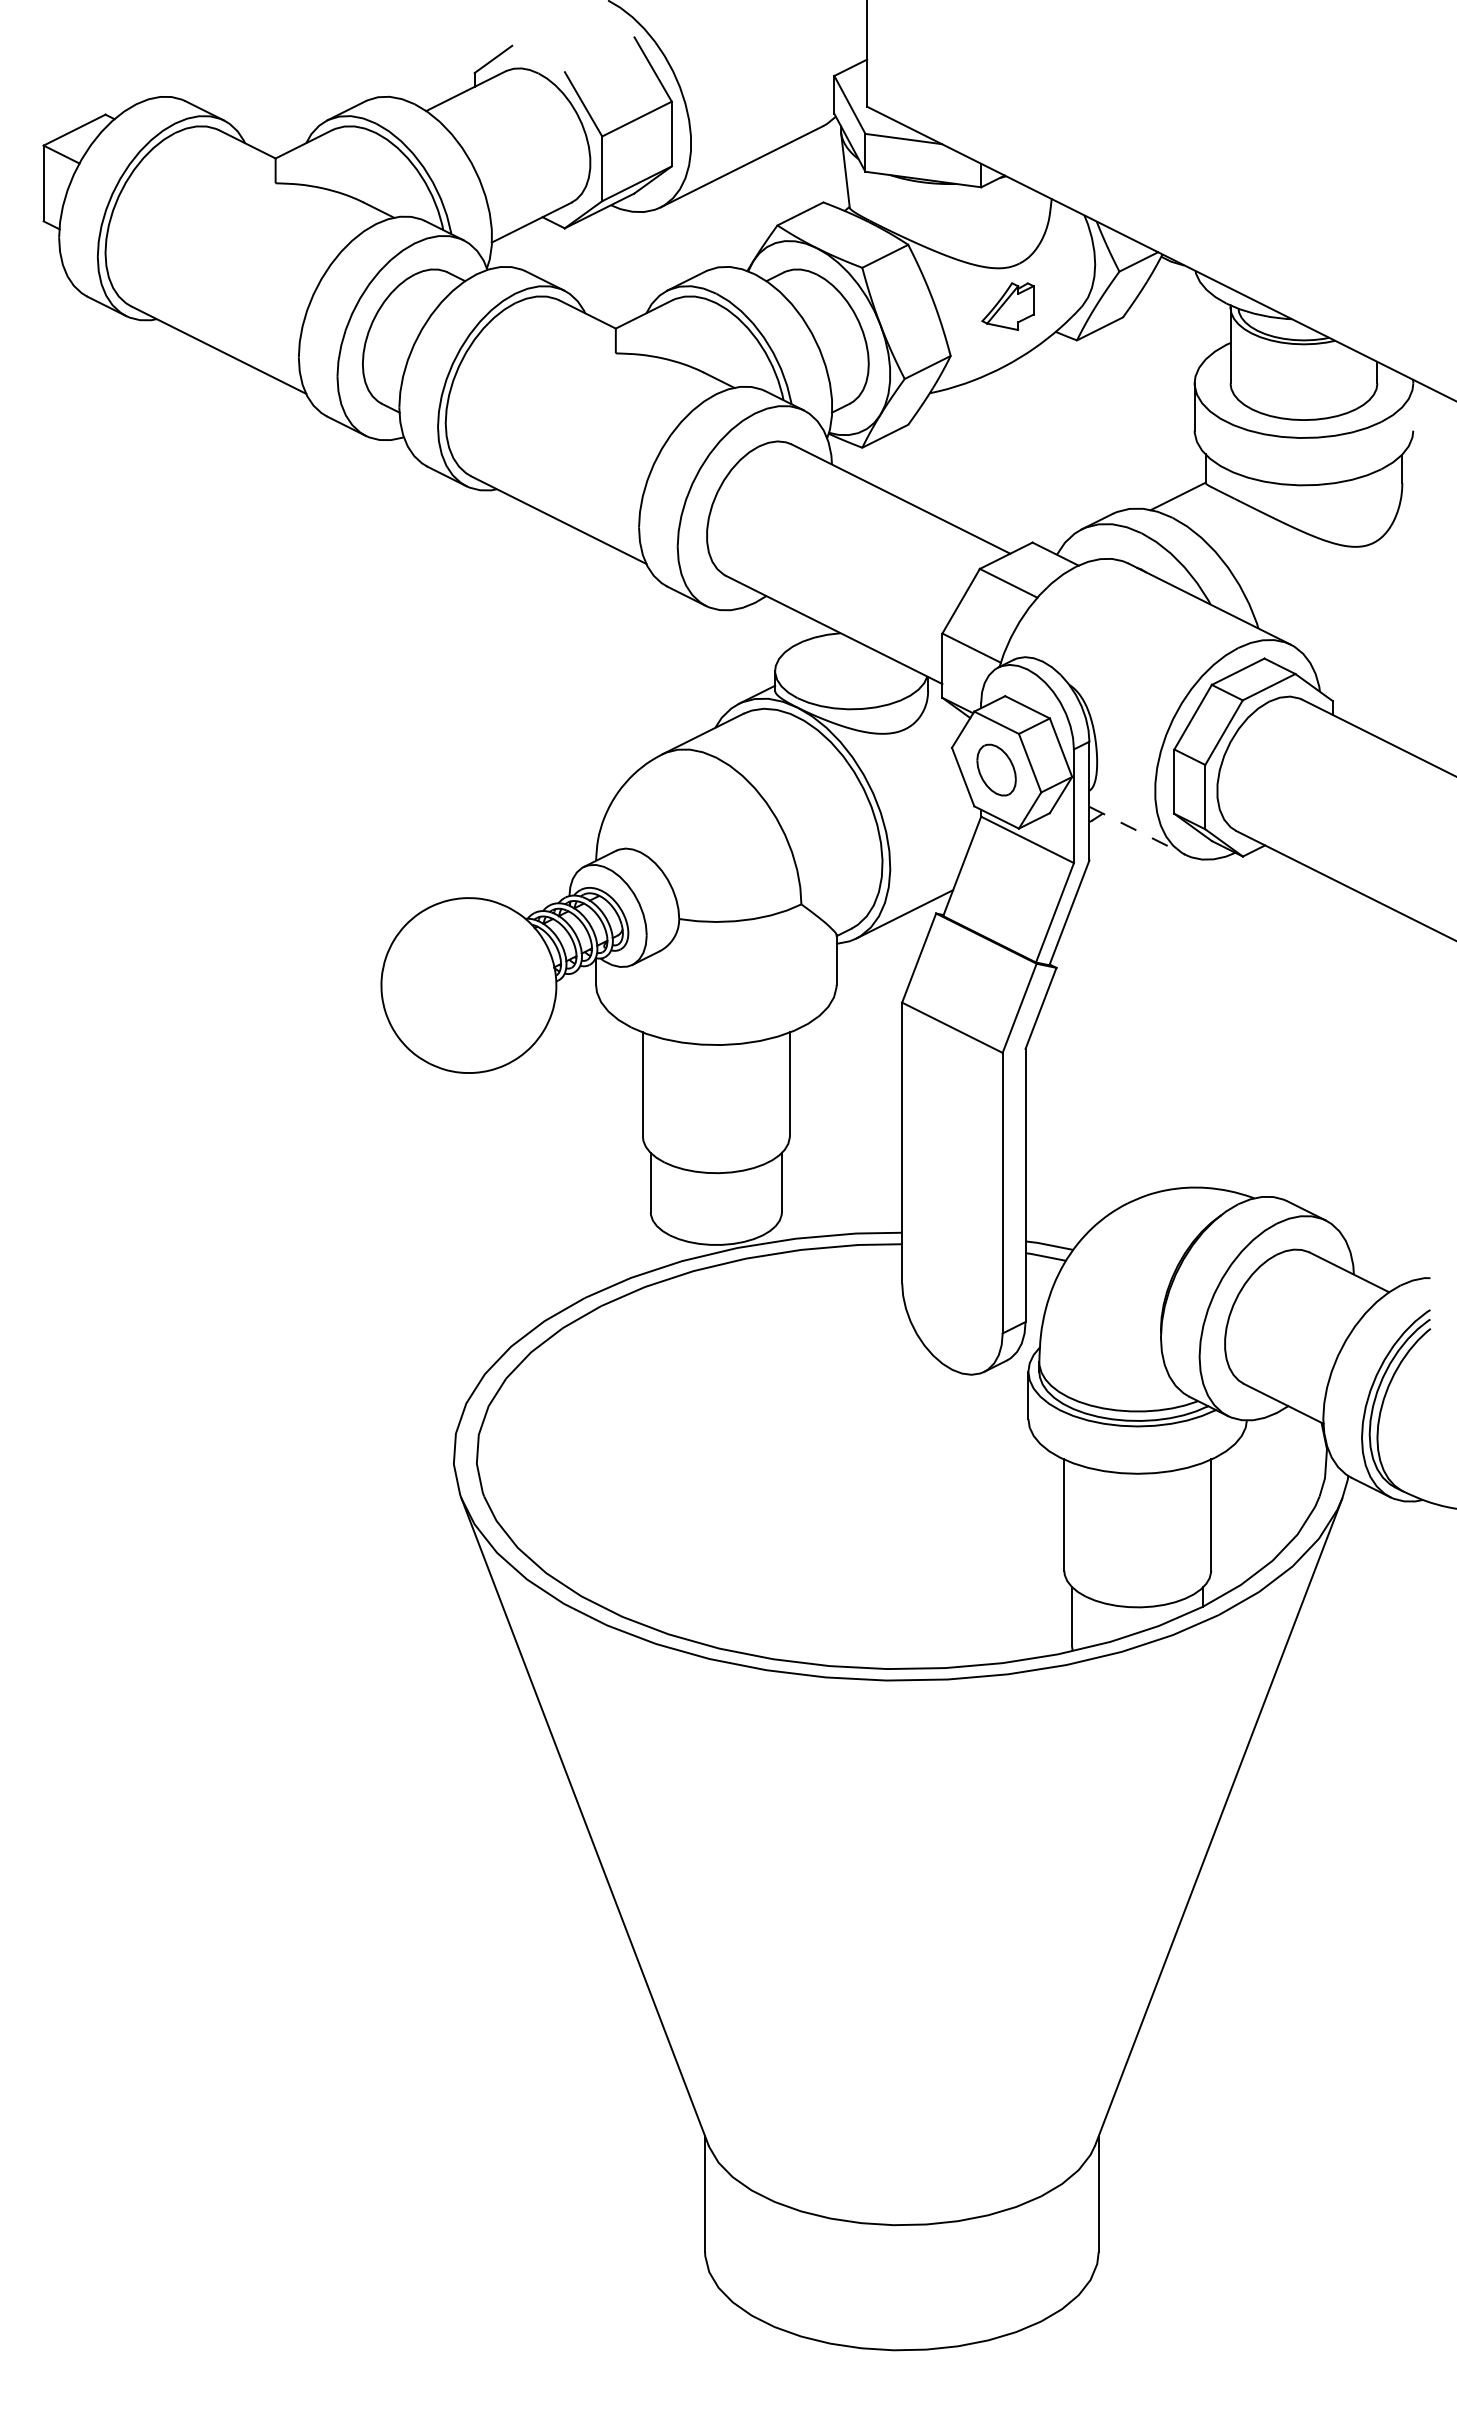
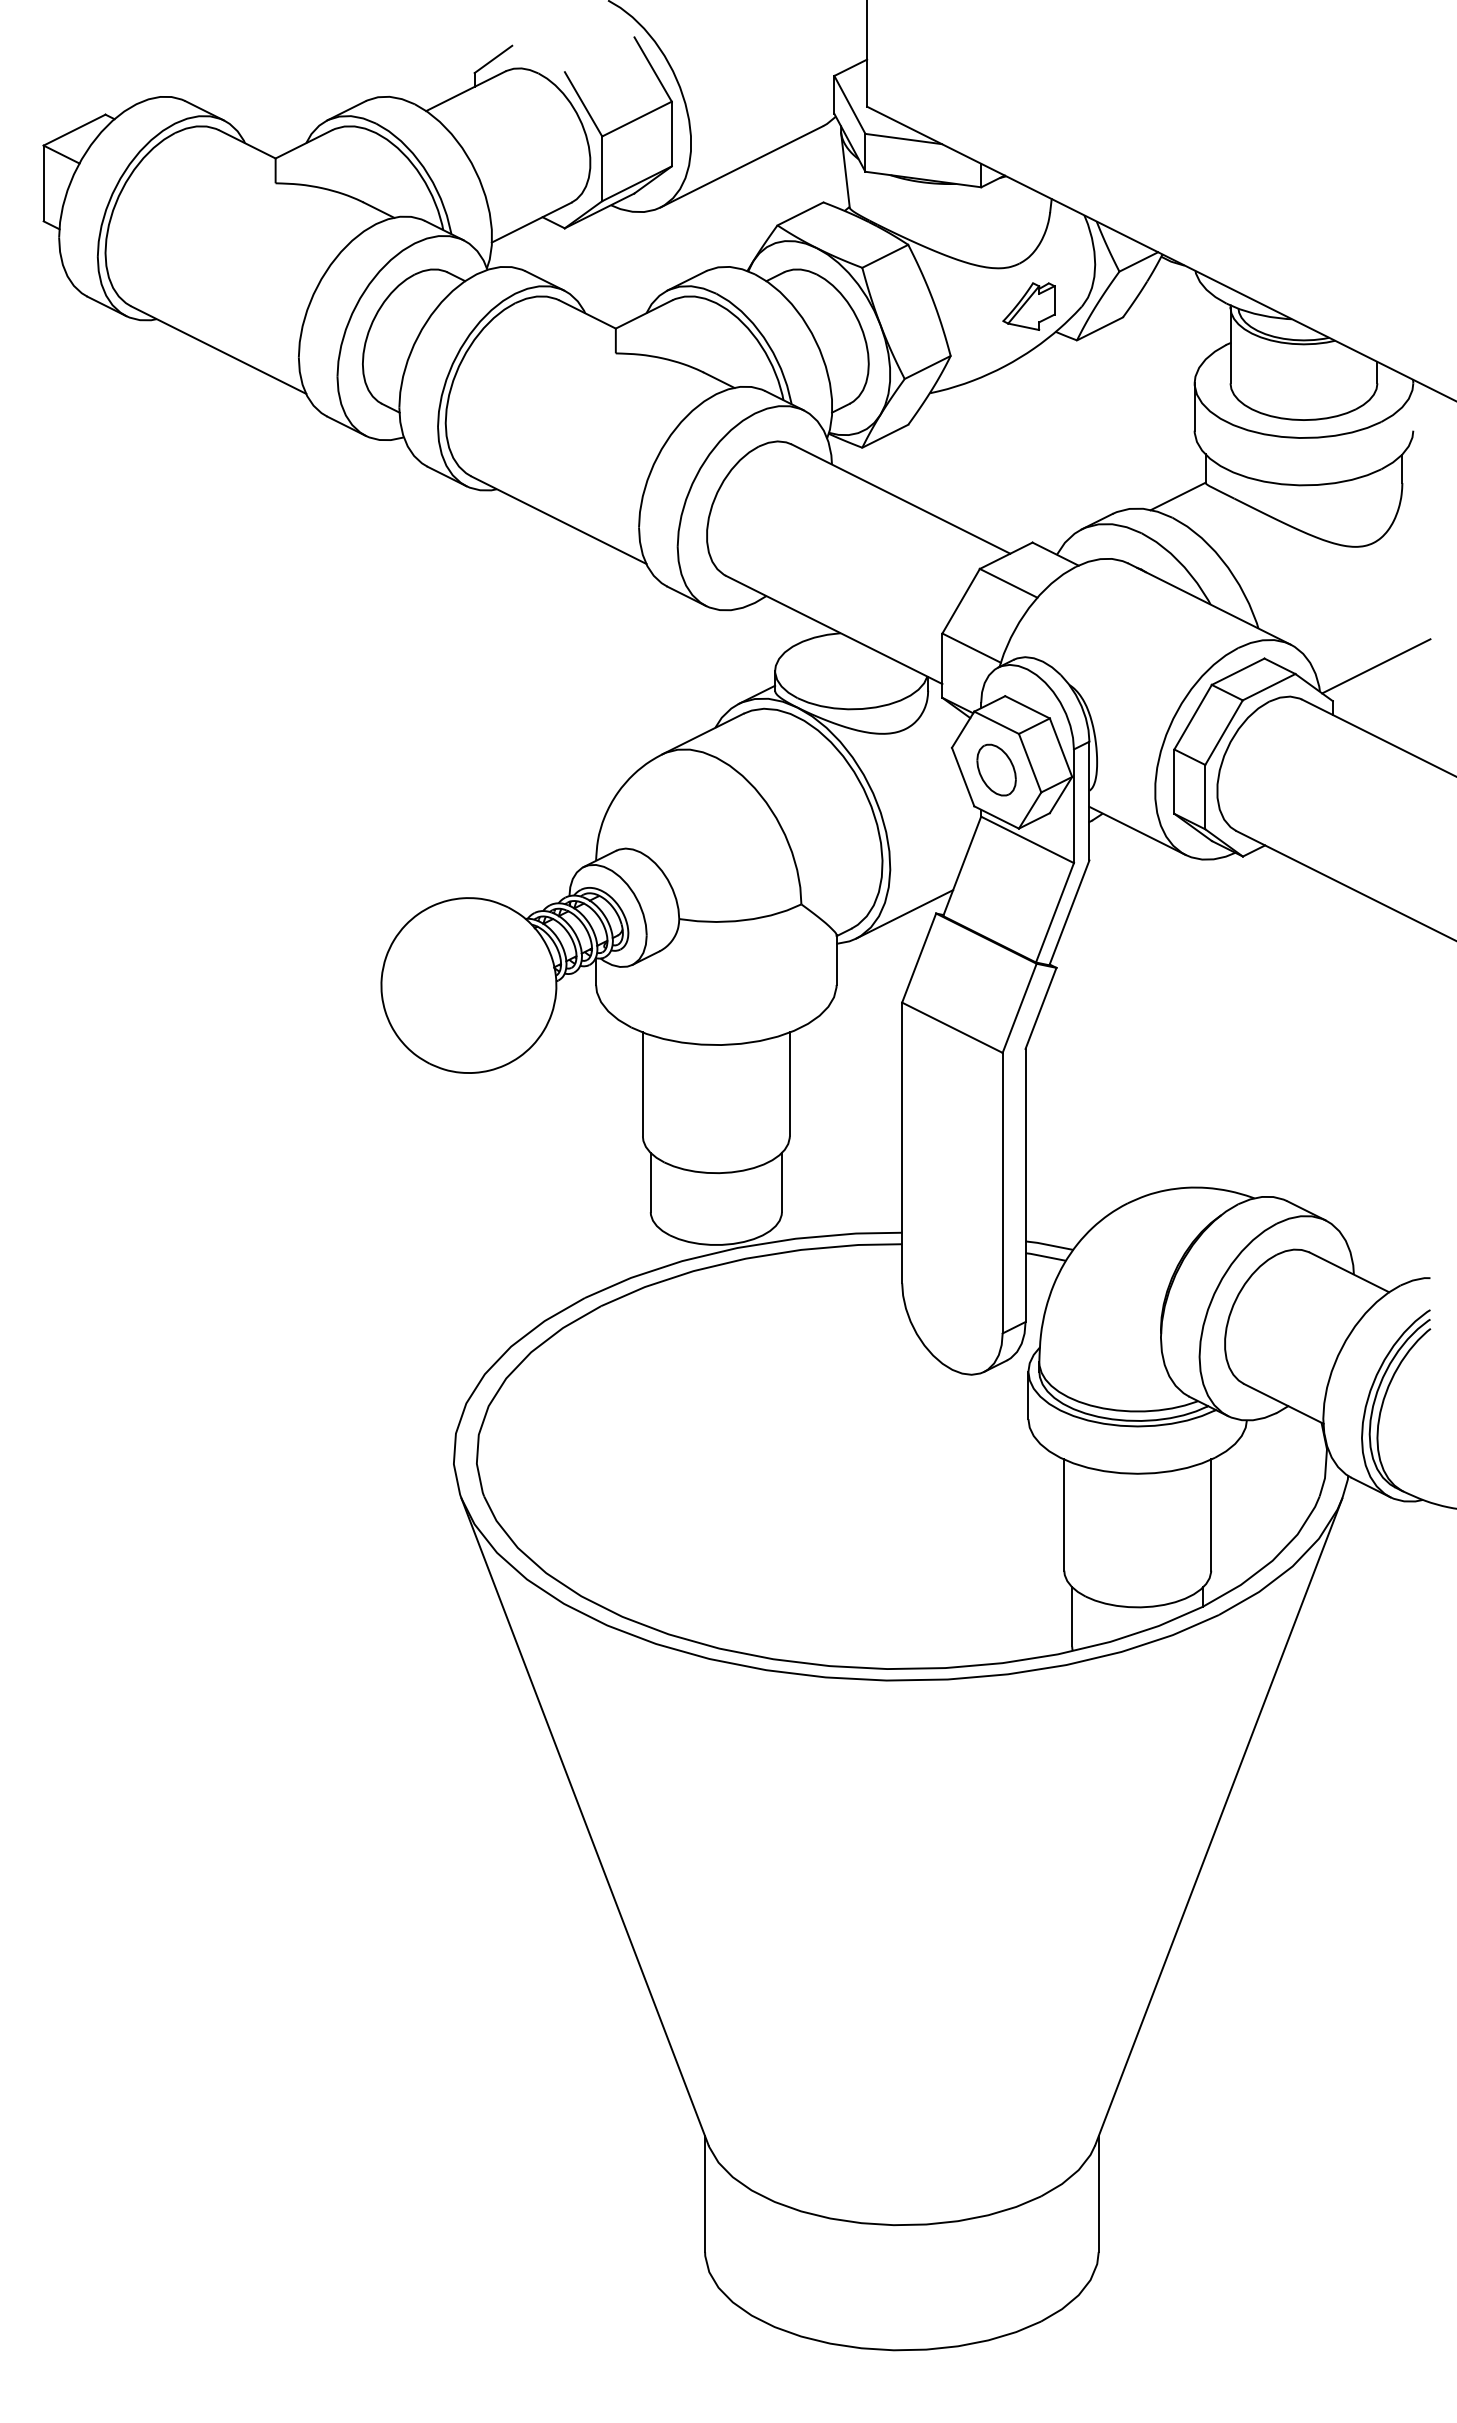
part at (1007, 306) position: (1007, 306) -> (1028, 306)
line at (1376, 666): none -> present
line at (1137, 830): dashed -> solid
